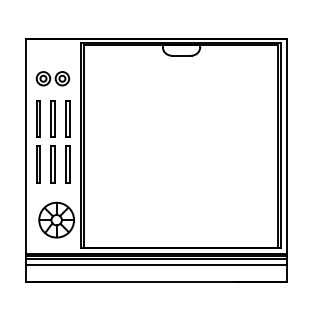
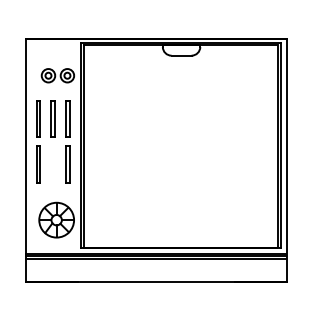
part at (52, 78) position: (52, 78) -> (57, 75)
part at (52, 164): present -> none
line at (155, 265): present -> none
